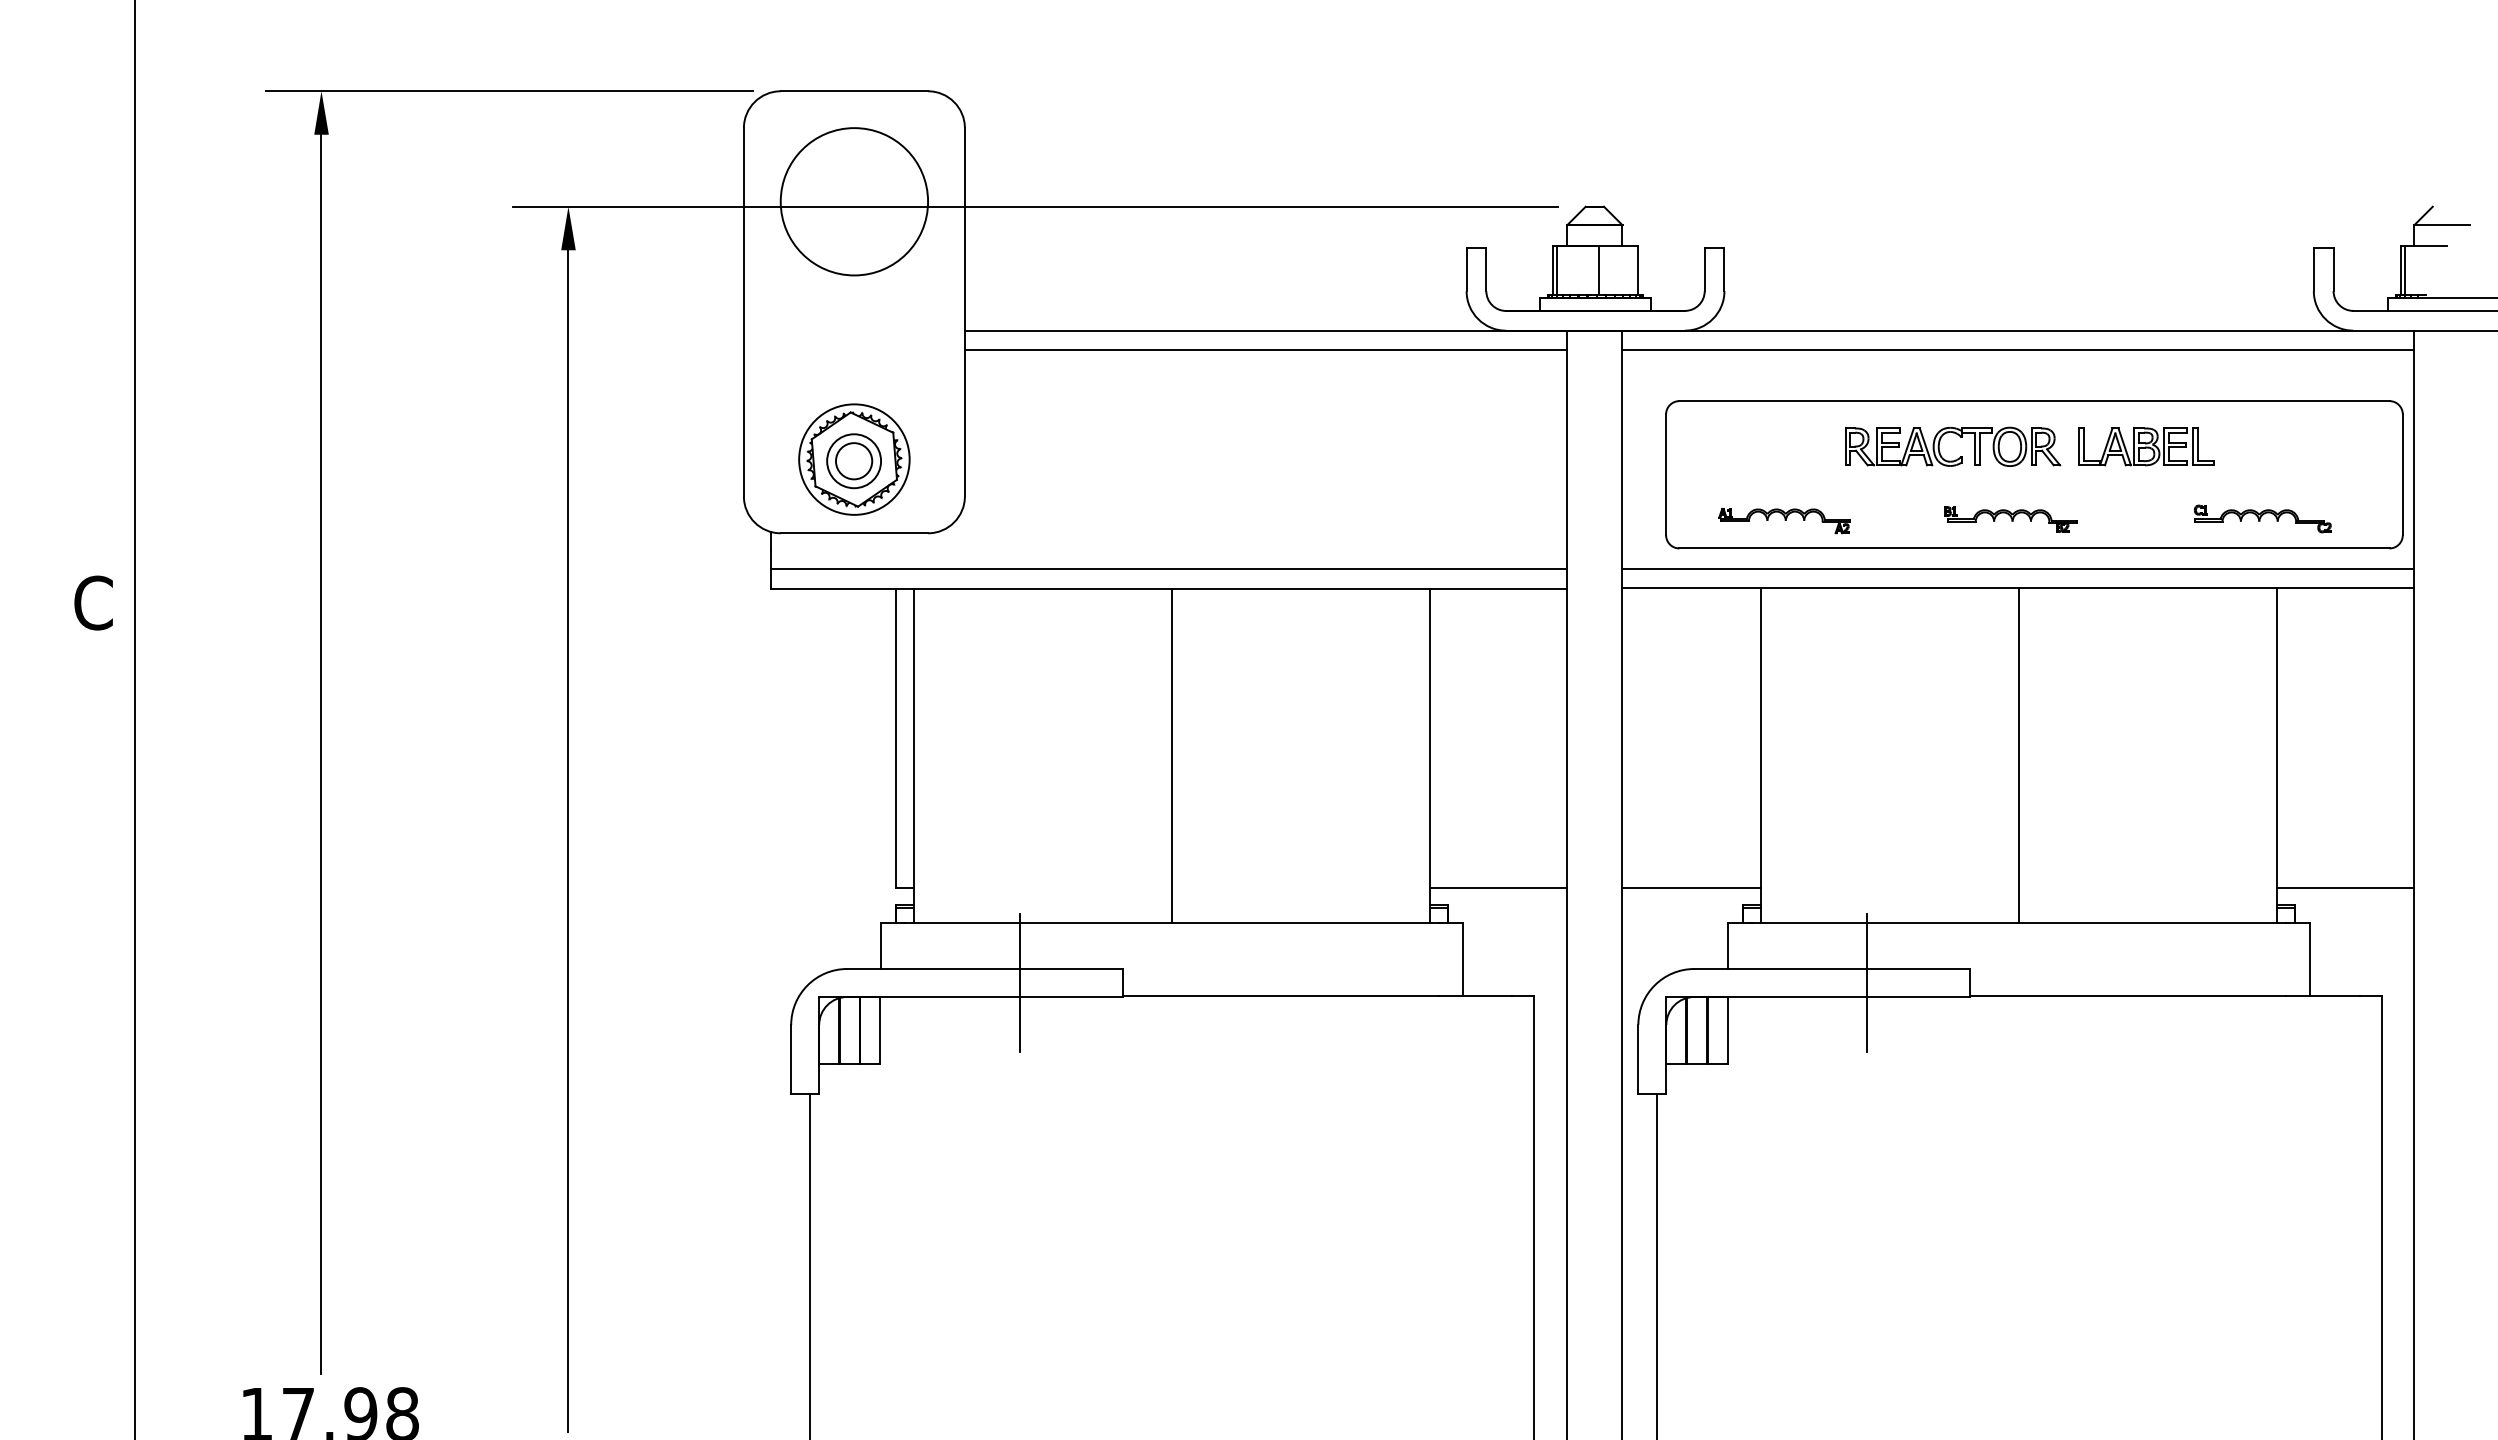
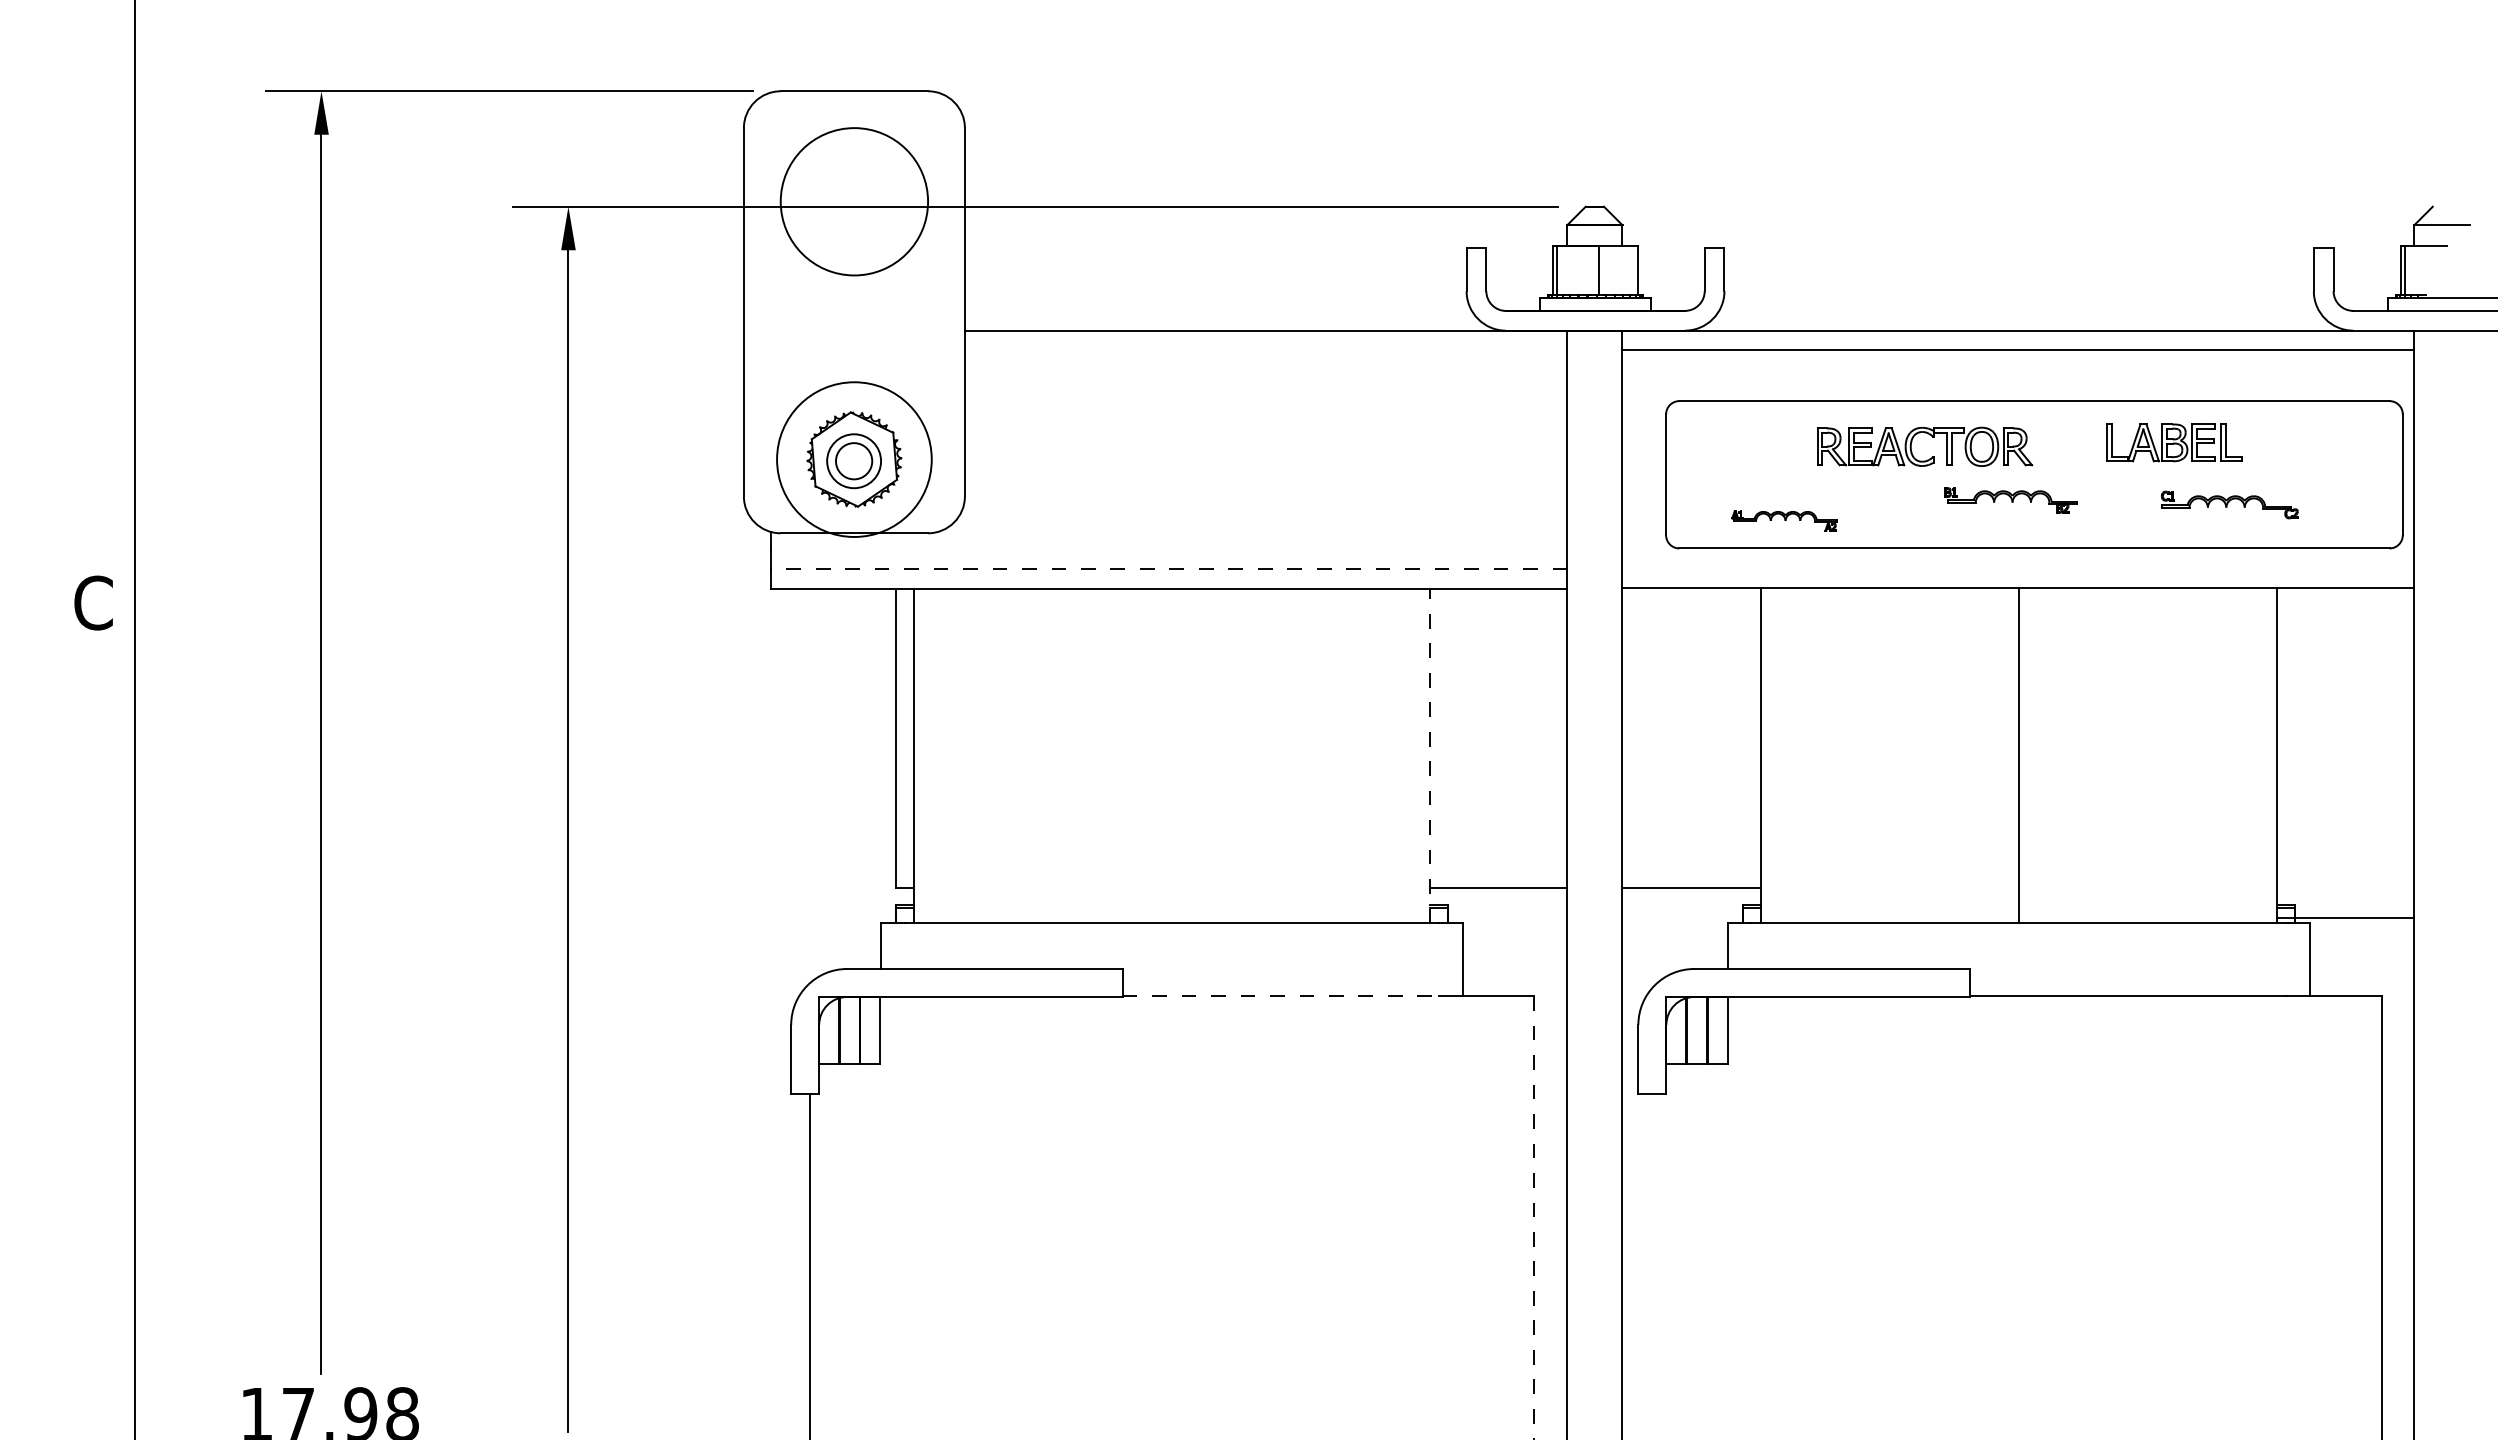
line at (1265, 350): present -> none
part at (1960, 437) position: (1960, 437) -> (1932, 437)
part at (2146, 446) position: (2146, 446) -> (2174, 442)
circle at (854, 459) diameter: 111 px -> 155 px
part at (2262, 518) position: (2262, 518) -> (2229, 504)
part at (2010, 519) position: (2010, 519) -> (2010, 500)
part at (1784, 521) size: 133x27 px -> 107x22 px
line at (1168, 568): solid -> dashed
line at (2018, 568): present -> none
line at (1171, 755): present -> none
line at (1429, 755): solid -> dashed
line at (2345, 887) position: (2345, 887) -> (2345, 917)
line at (1019, 982): present -> none
line at (1866, 982): present -> none
line at (1281, 996): solid -> dashed
line at (1534, 1218): solid -> dashed
line at (1656, 1265): present -> none
